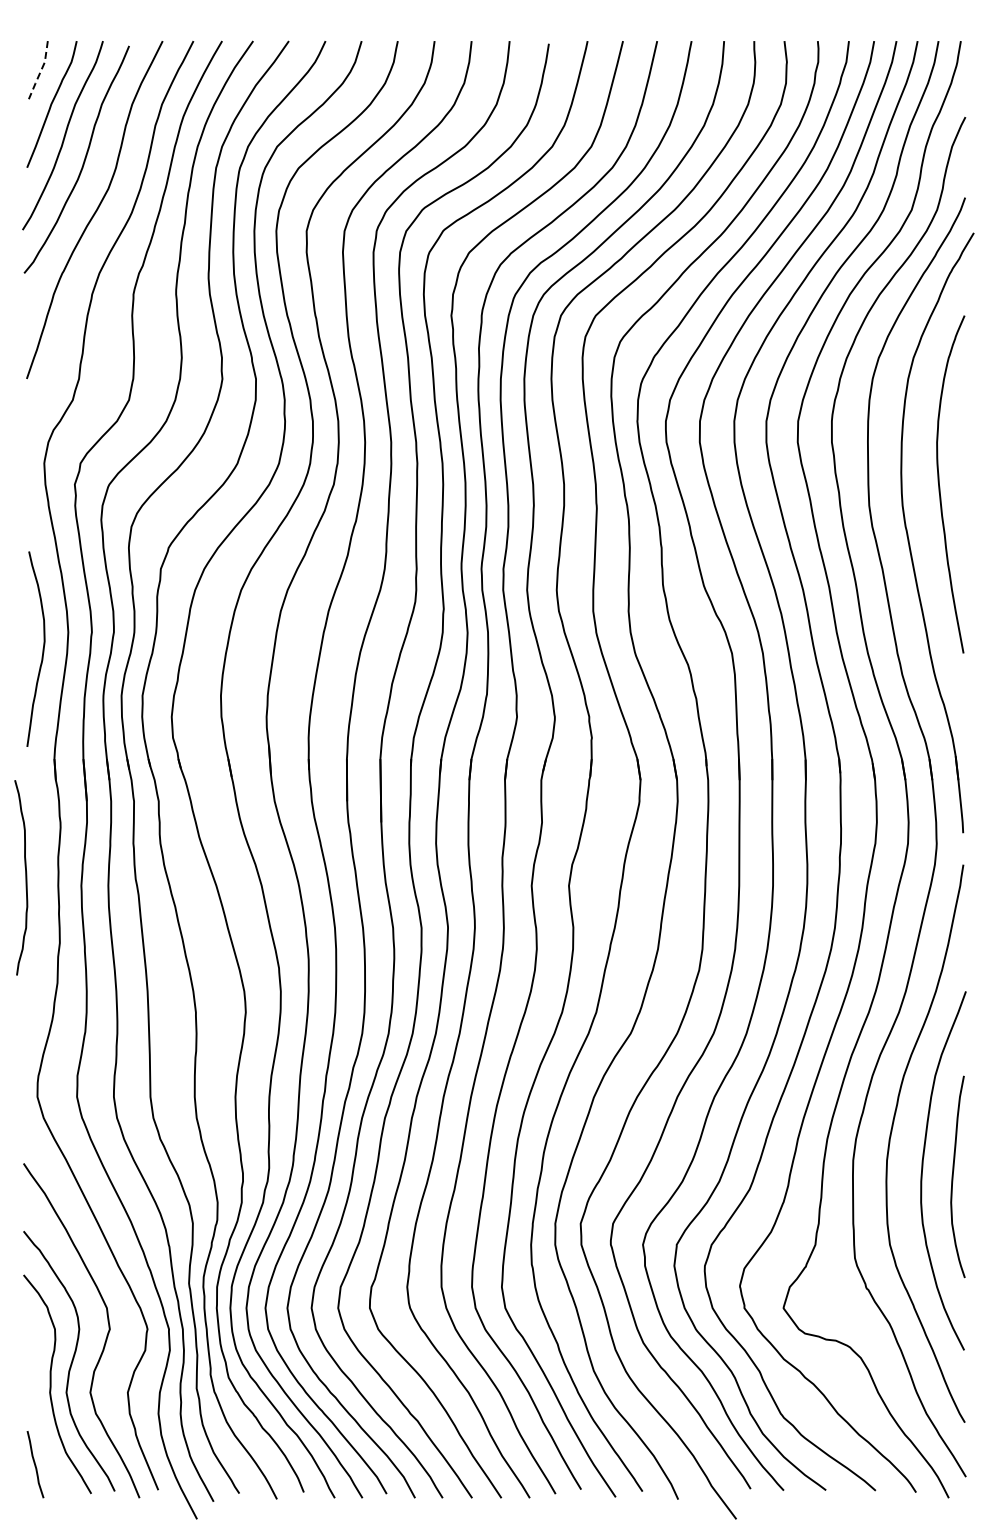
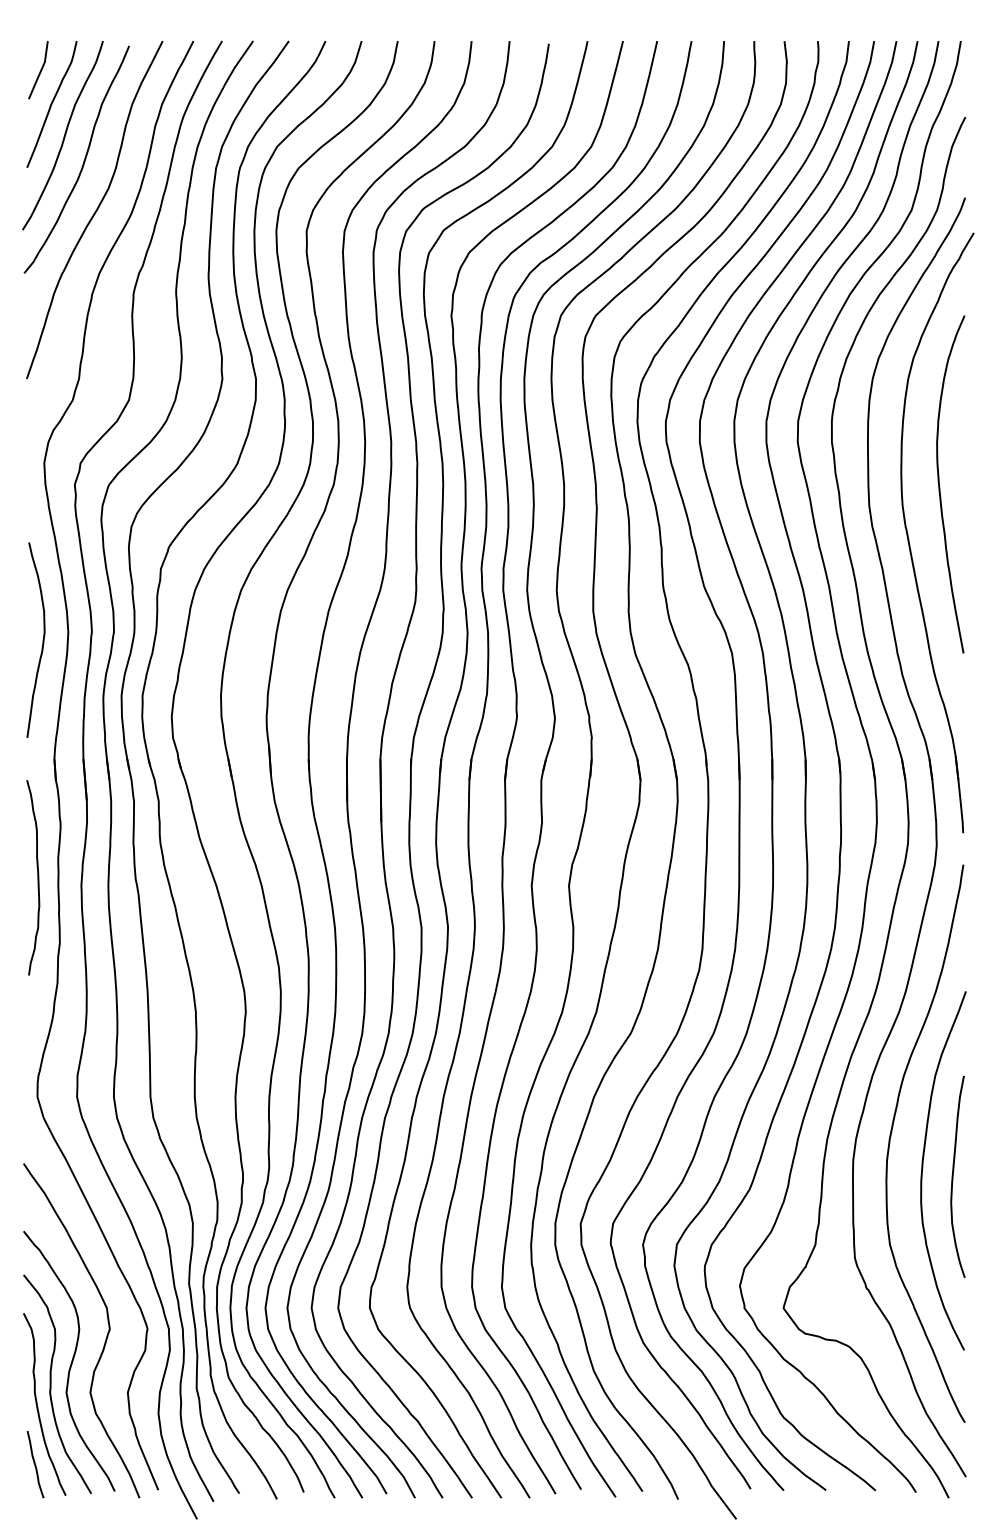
line at (41, 71): dashed -> solid
curve at (42, 648) position: (42, 648) -> (42, 639)
curve at (25, 877) position: (25, 877) -> (37, 877)
curve at (38, 1406): none -> present
